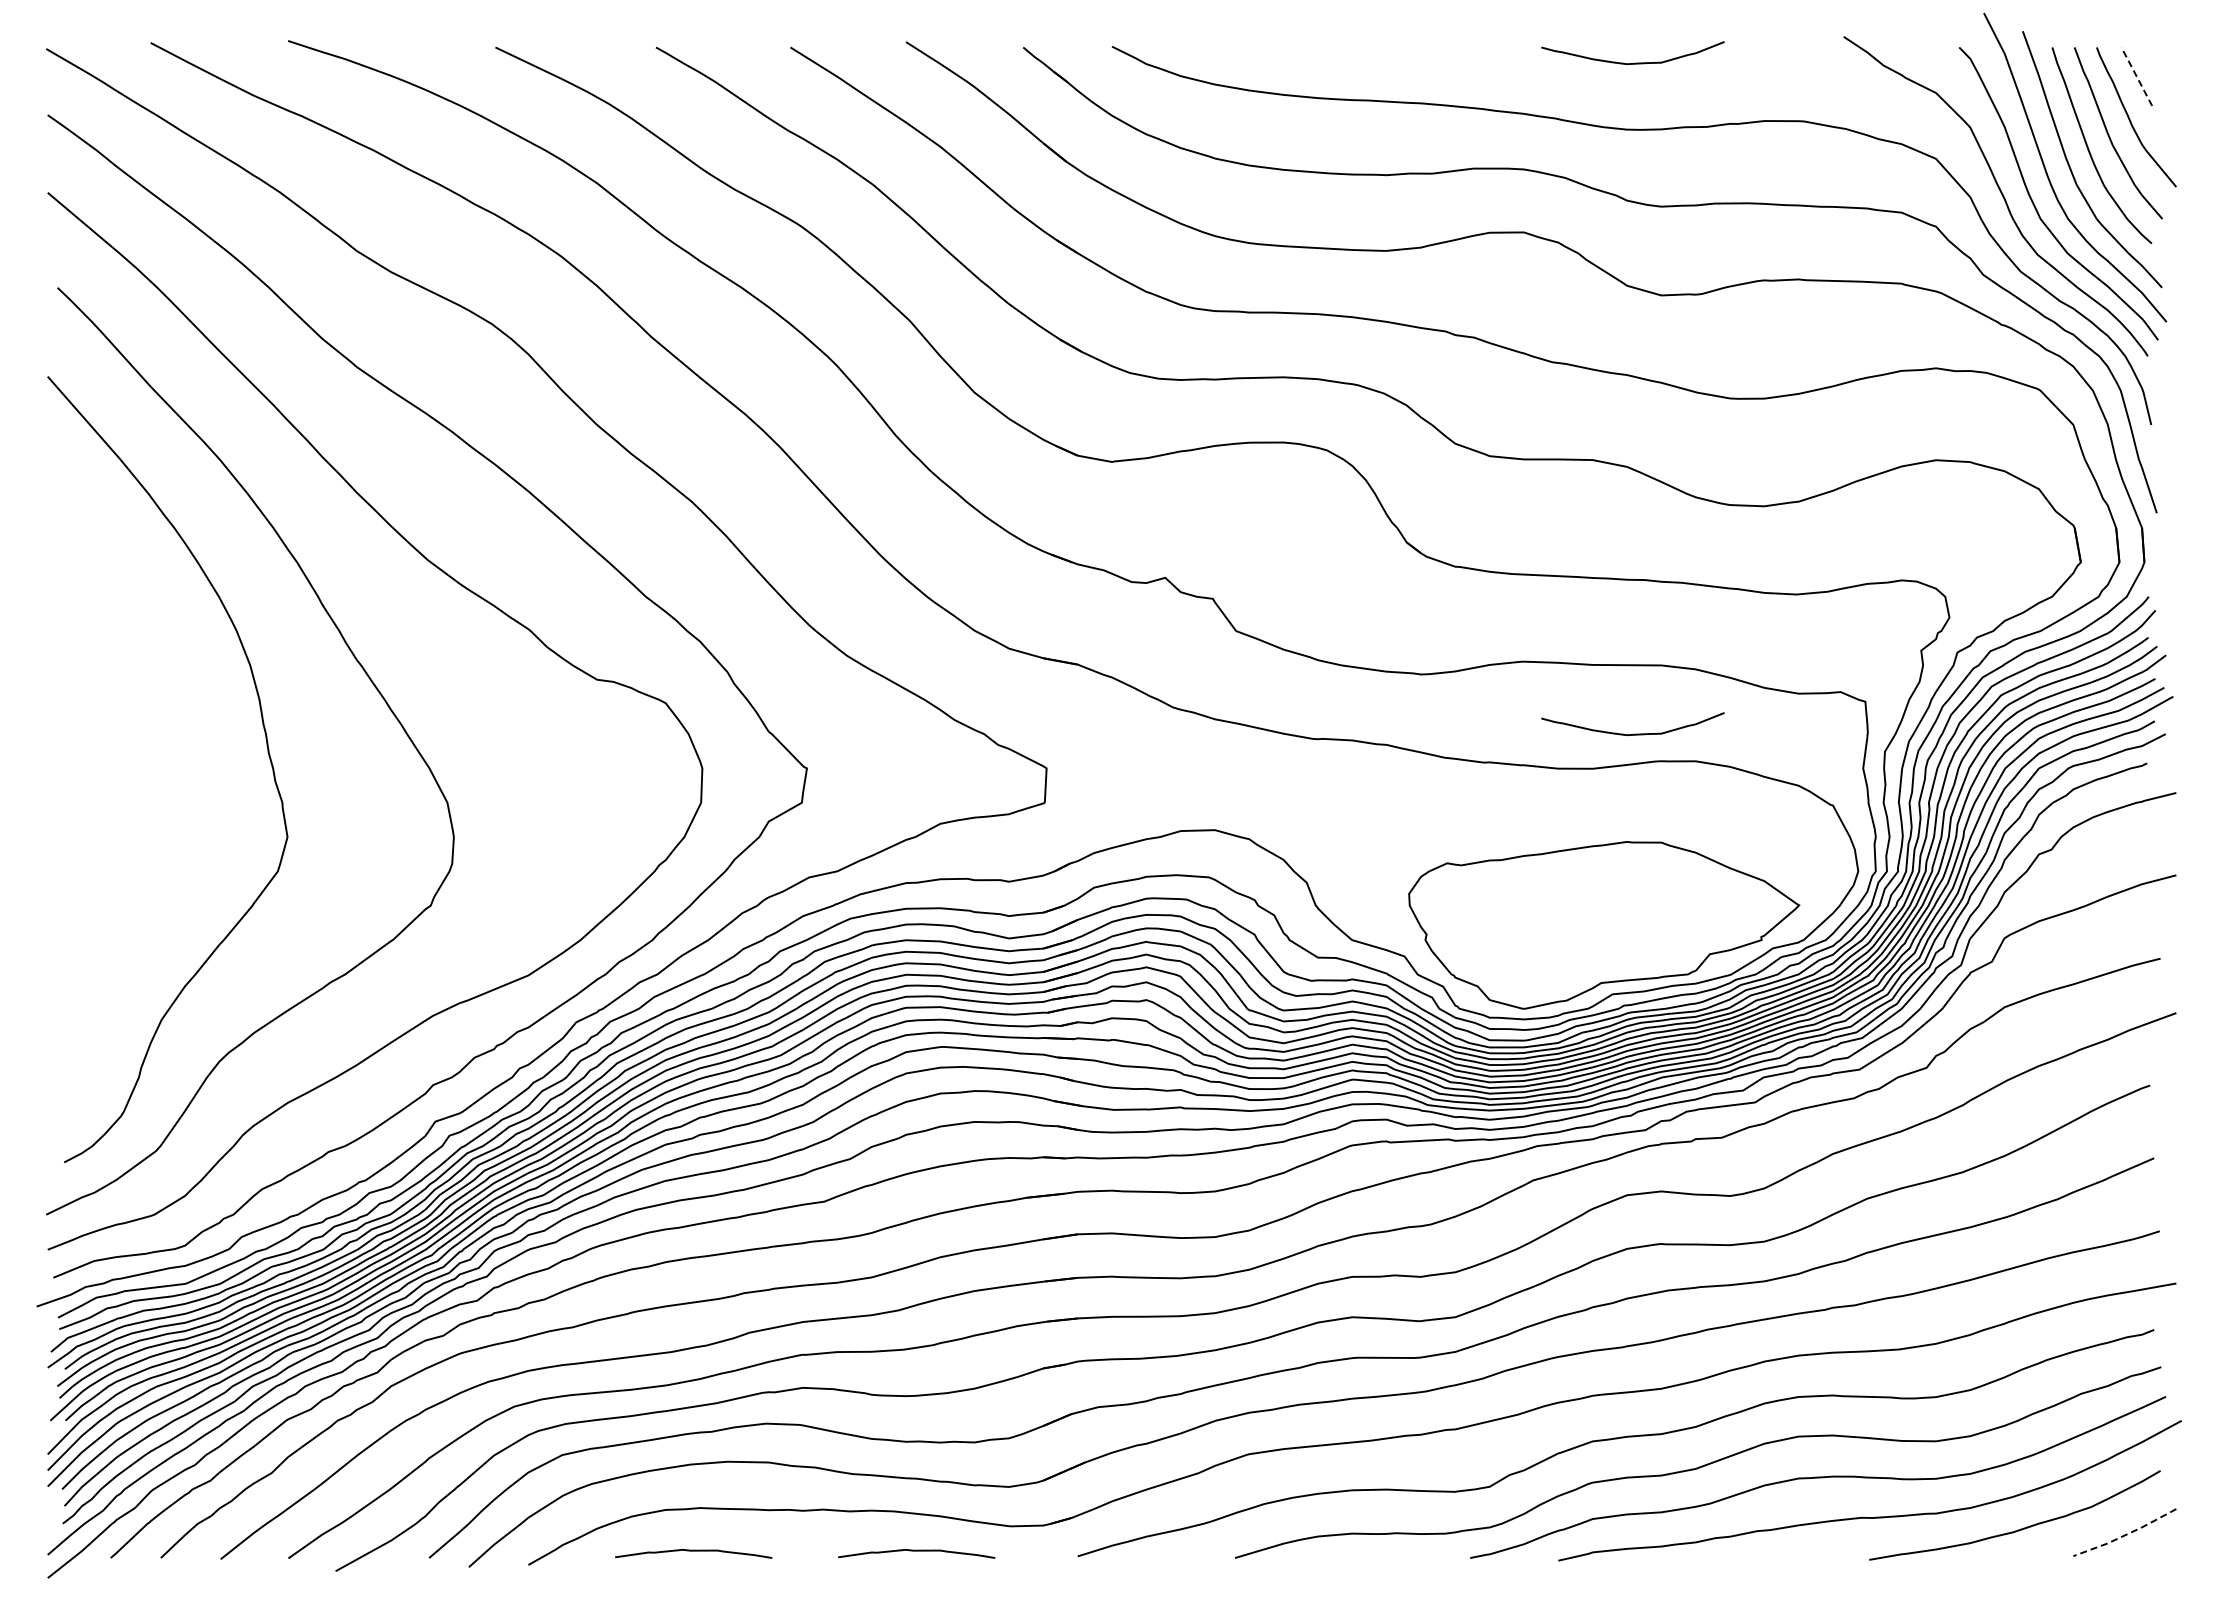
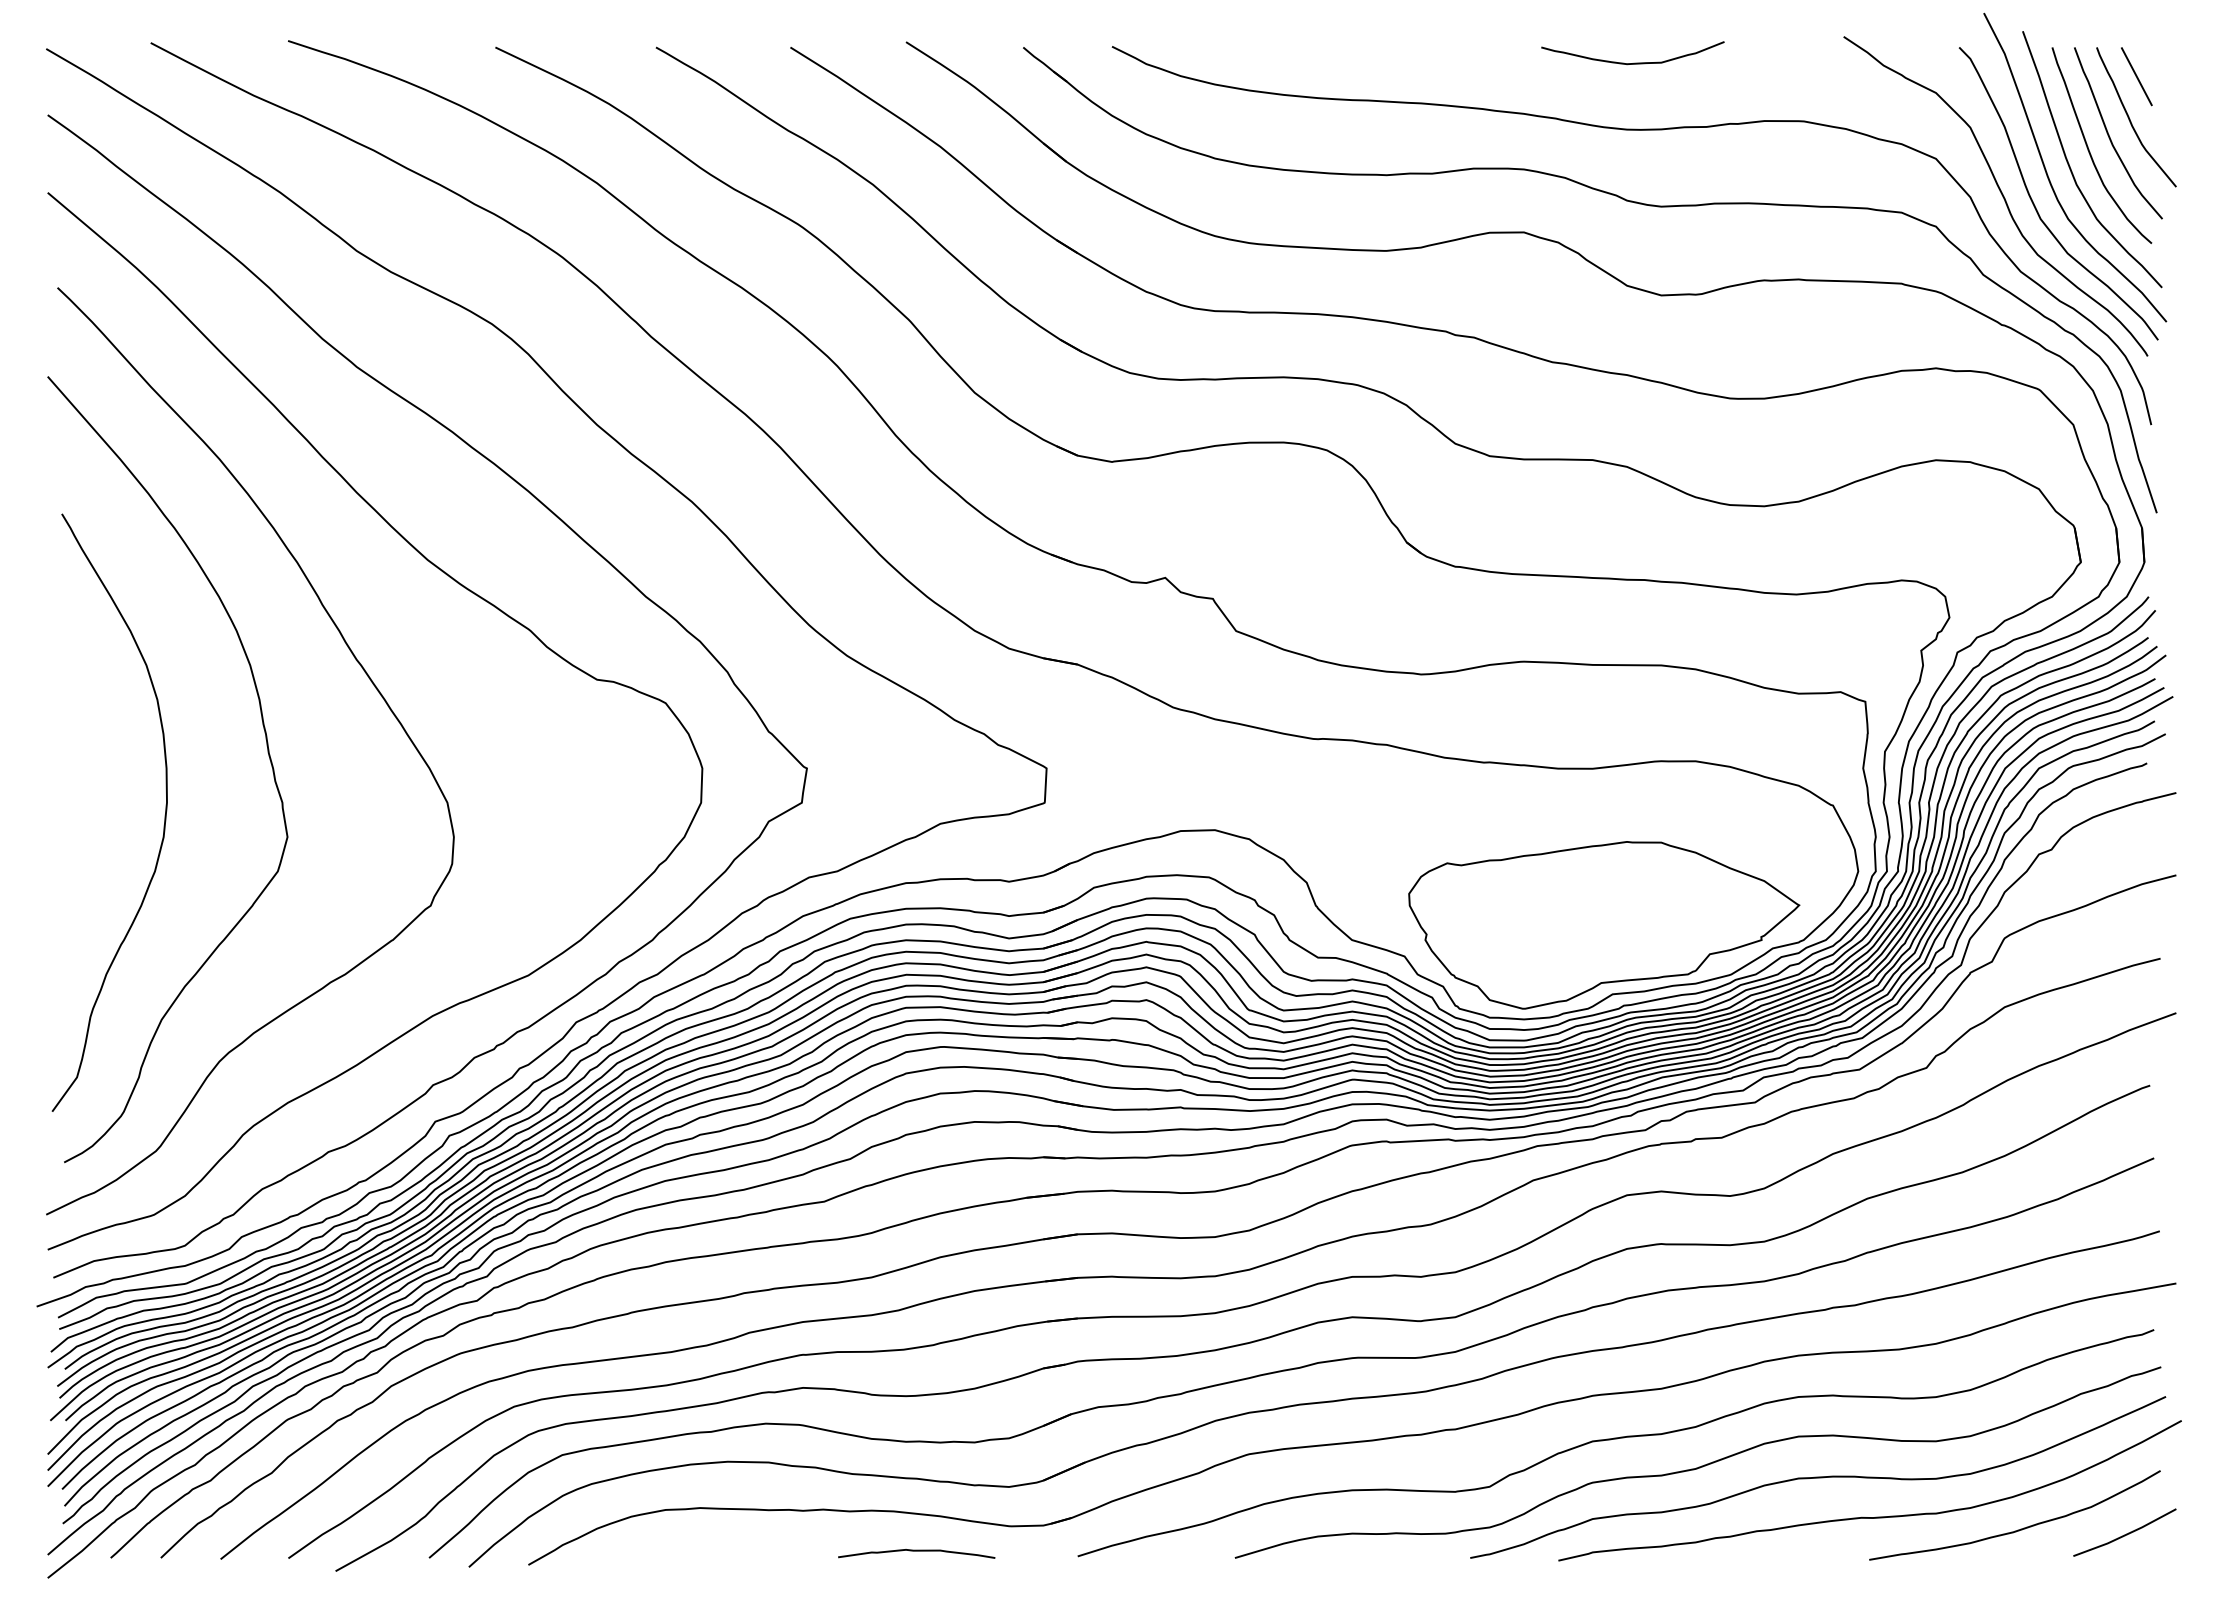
line at (2136, 76): dashed -> solid
curve at (1633, 733): present -> none
curve at (164, 815): none -> present
line at (2125, 1535): dashed -> solid
curve at (693, 1551): present -> none
